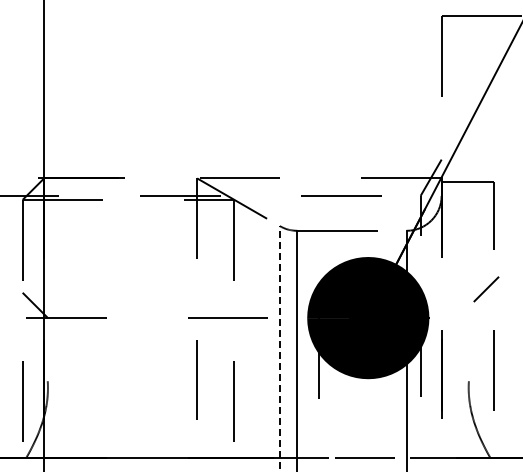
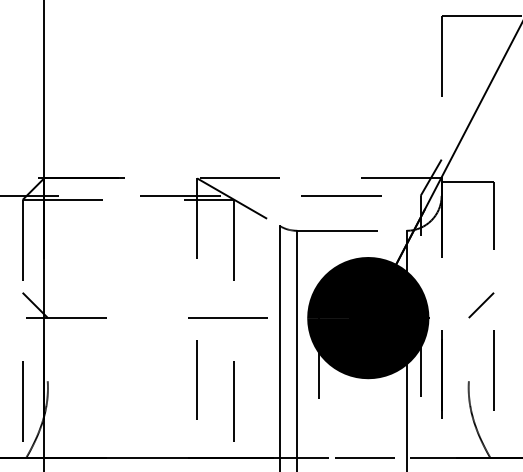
line at (486, 289) position: (486, 289) -> (481, 305)
line at (279, 348): dashed -> solid
